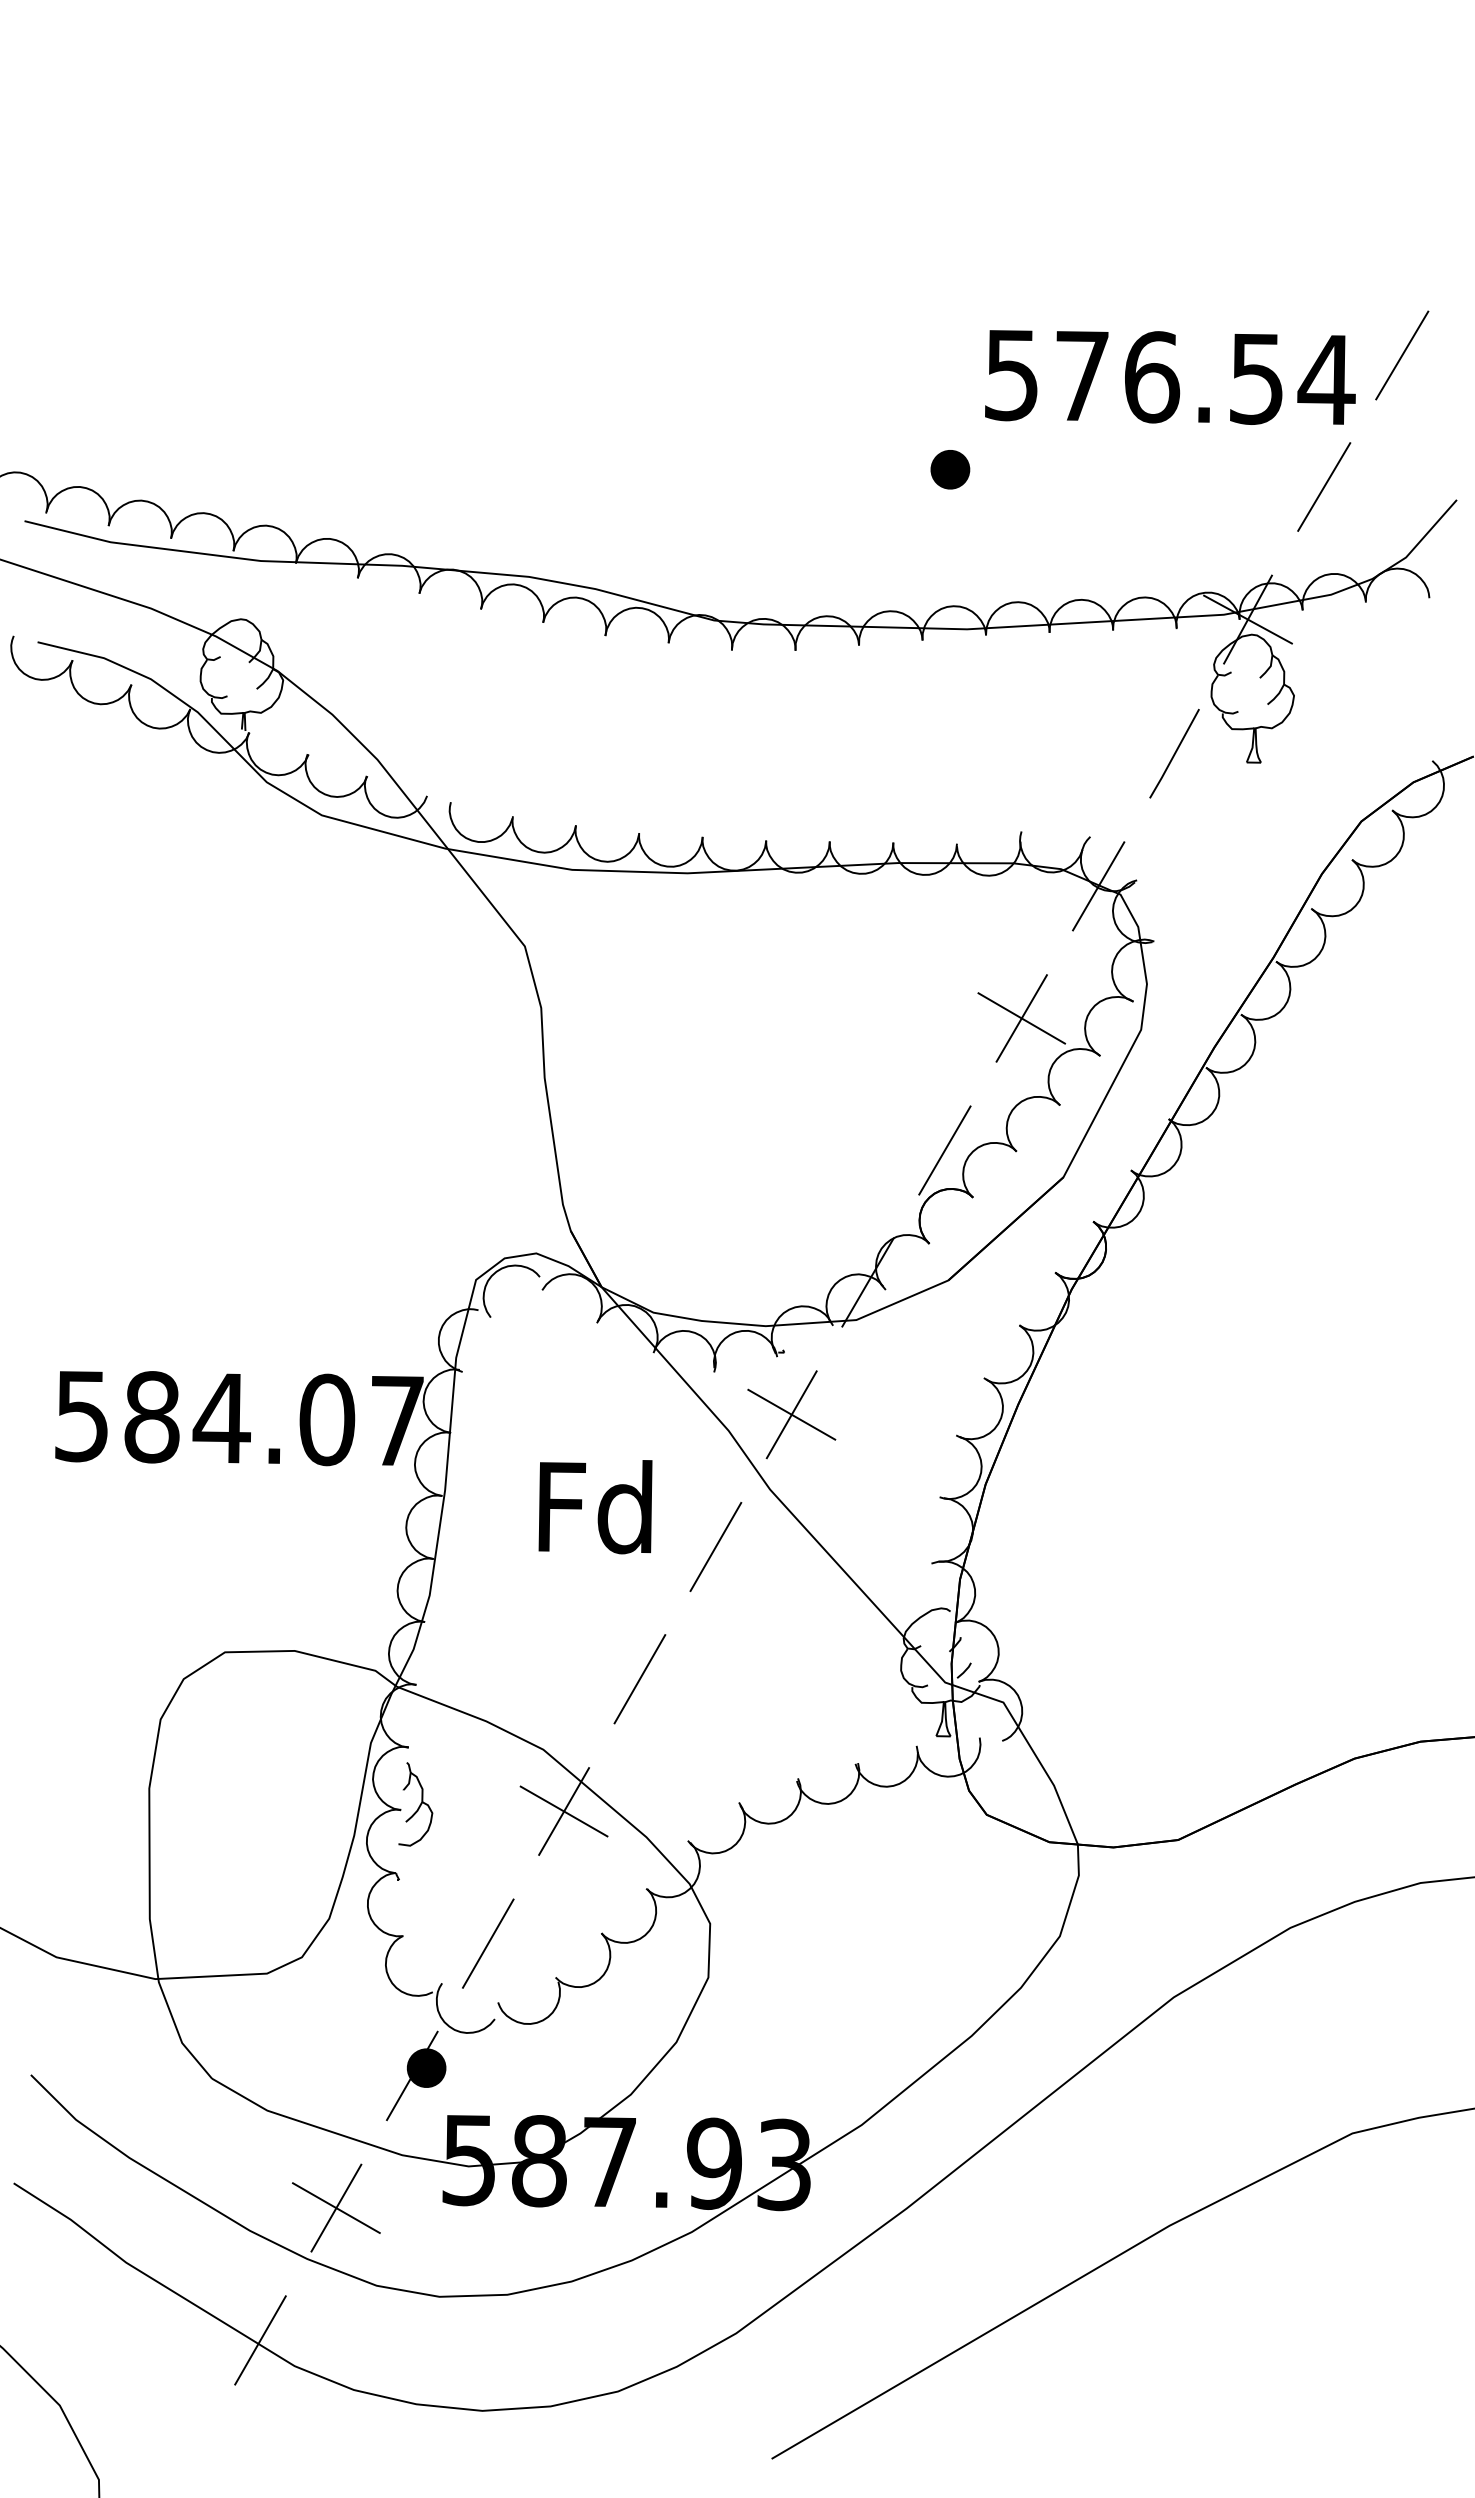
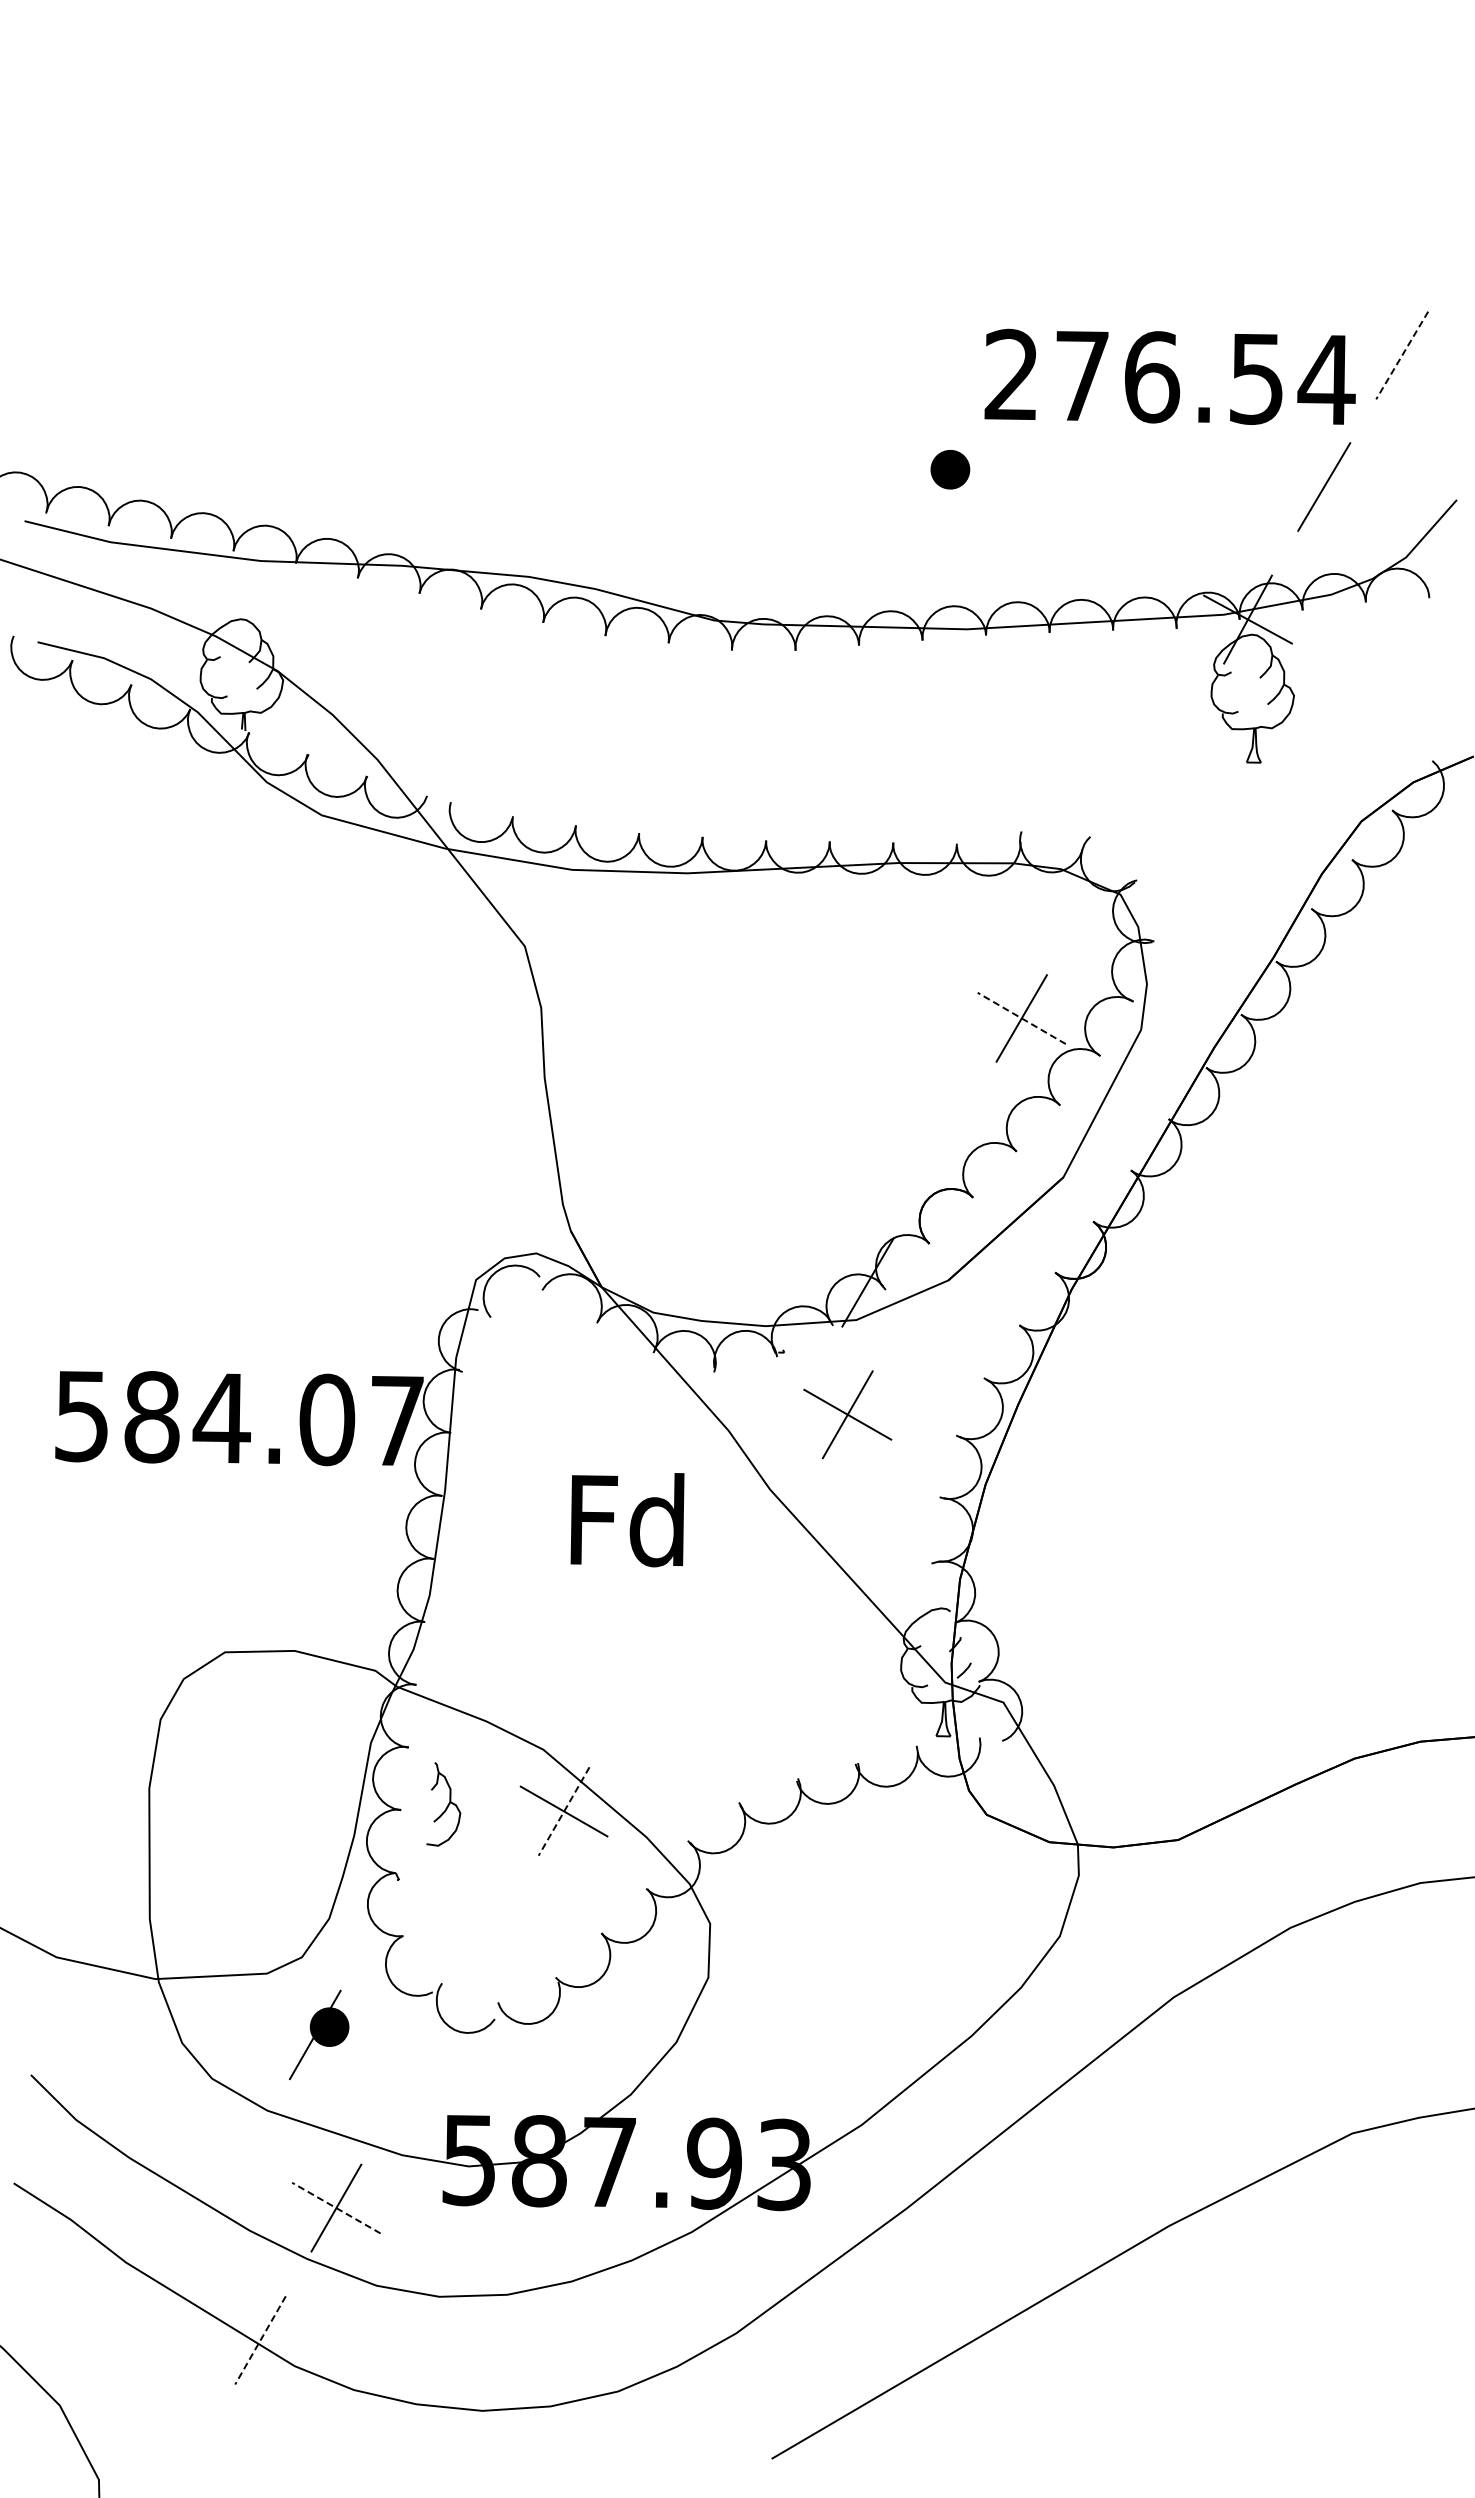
line at (1402, 355): solid -> dashed
text at (1010, 374): 576.54 -> 276.54
line at (1174, 753): present -> none
line at (1098, 886): present -> none
line at (1021, 1018): solid -> dashed
line at (944, 1150): present -> none
part at (791, 1414) position: (791, 1414) -> (847, 1414)
text at (595, 1507) position: (595, 1507) -> (627, 1520)
line at (715, 1546): present -> none
line at (639, 1679): present -> none
part at (415, 1804) position: (415, 1804) -> (443, 1804)
line at (564, 1811): solid -> dashed
line at (487, 1943): present -> none
part at (416, 2075) position: (416, 2075) -> (319, 2034)
line at (336, 2208): solid -> dashed
line at (260, 2340): solid -> dashed
